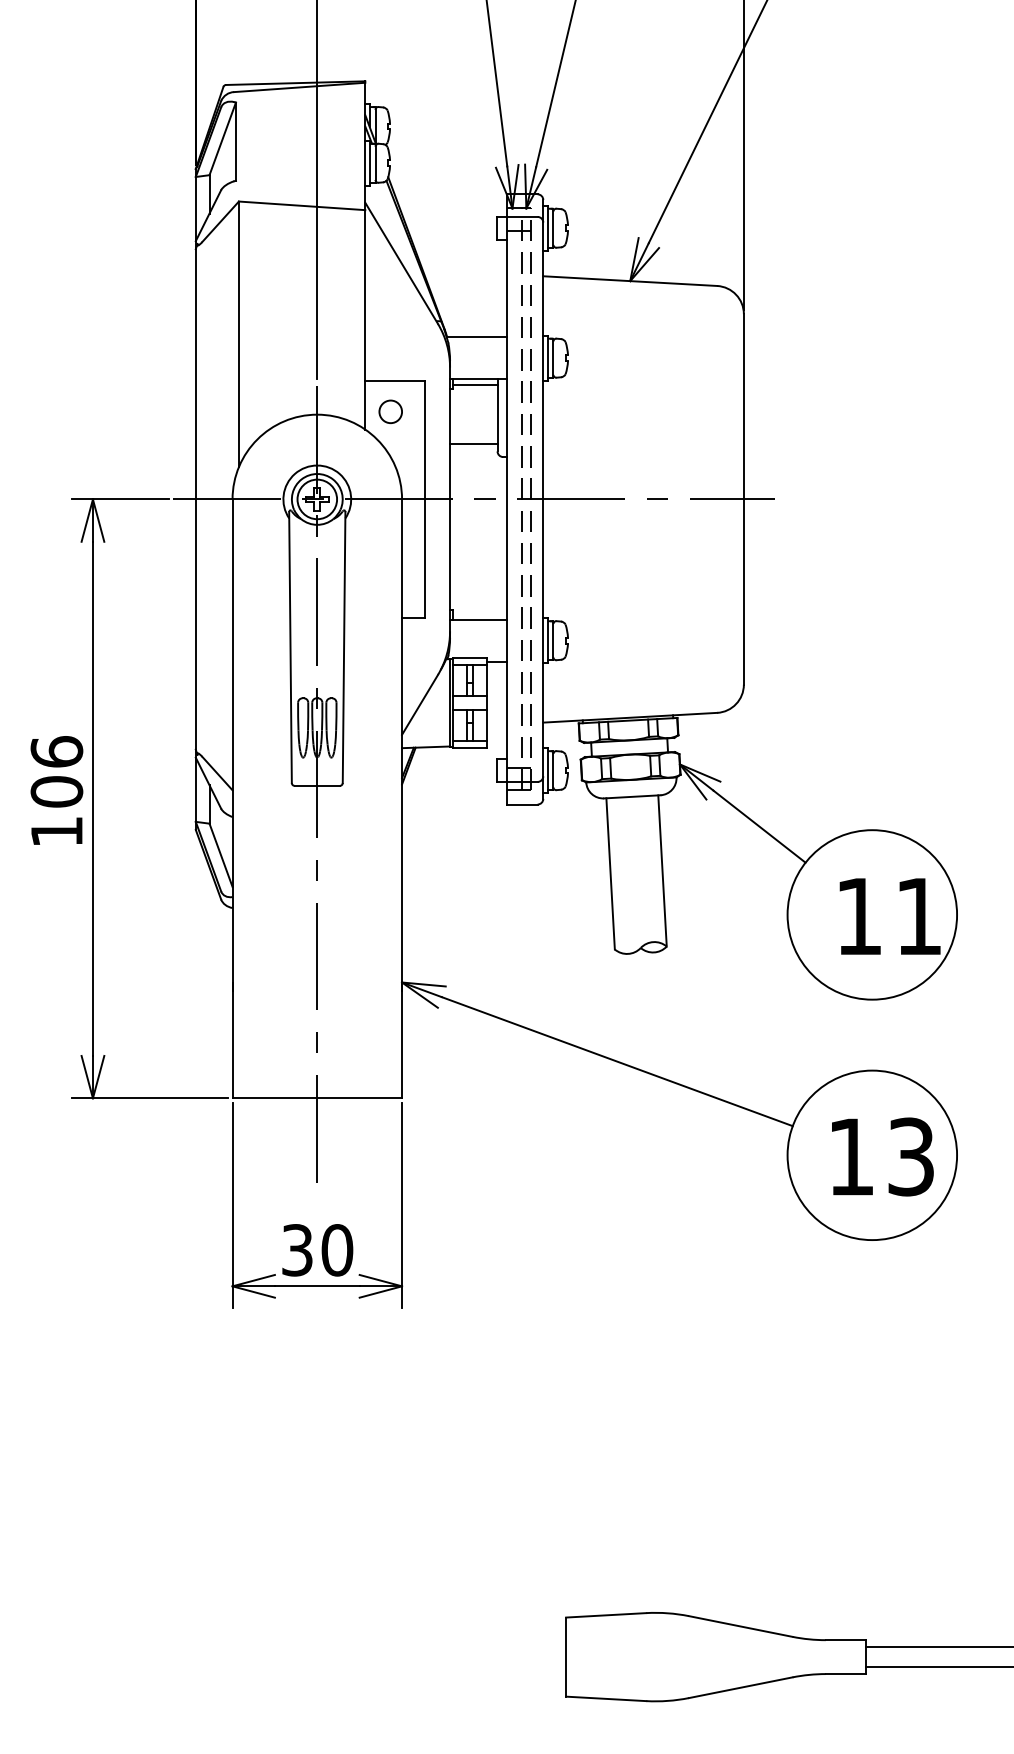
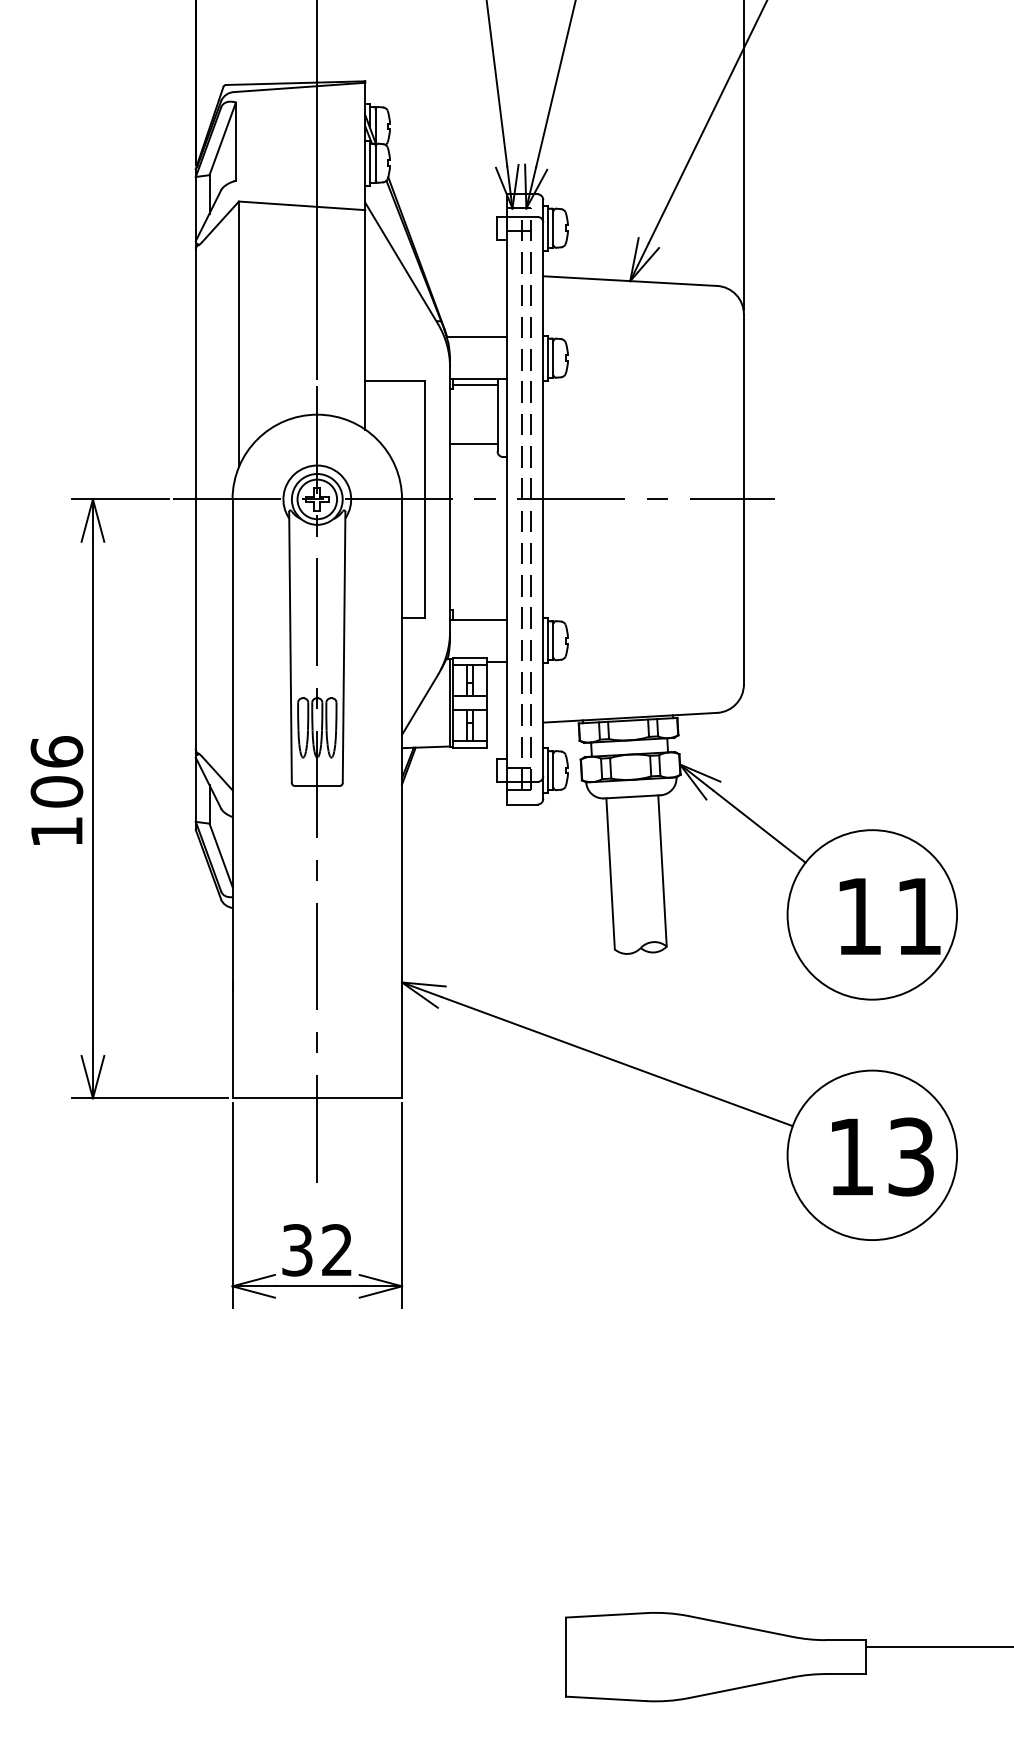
circle at (390, 411): present -> none
text at (337, 1250): 30 -> 32
line at (937, 1667): present -> none
